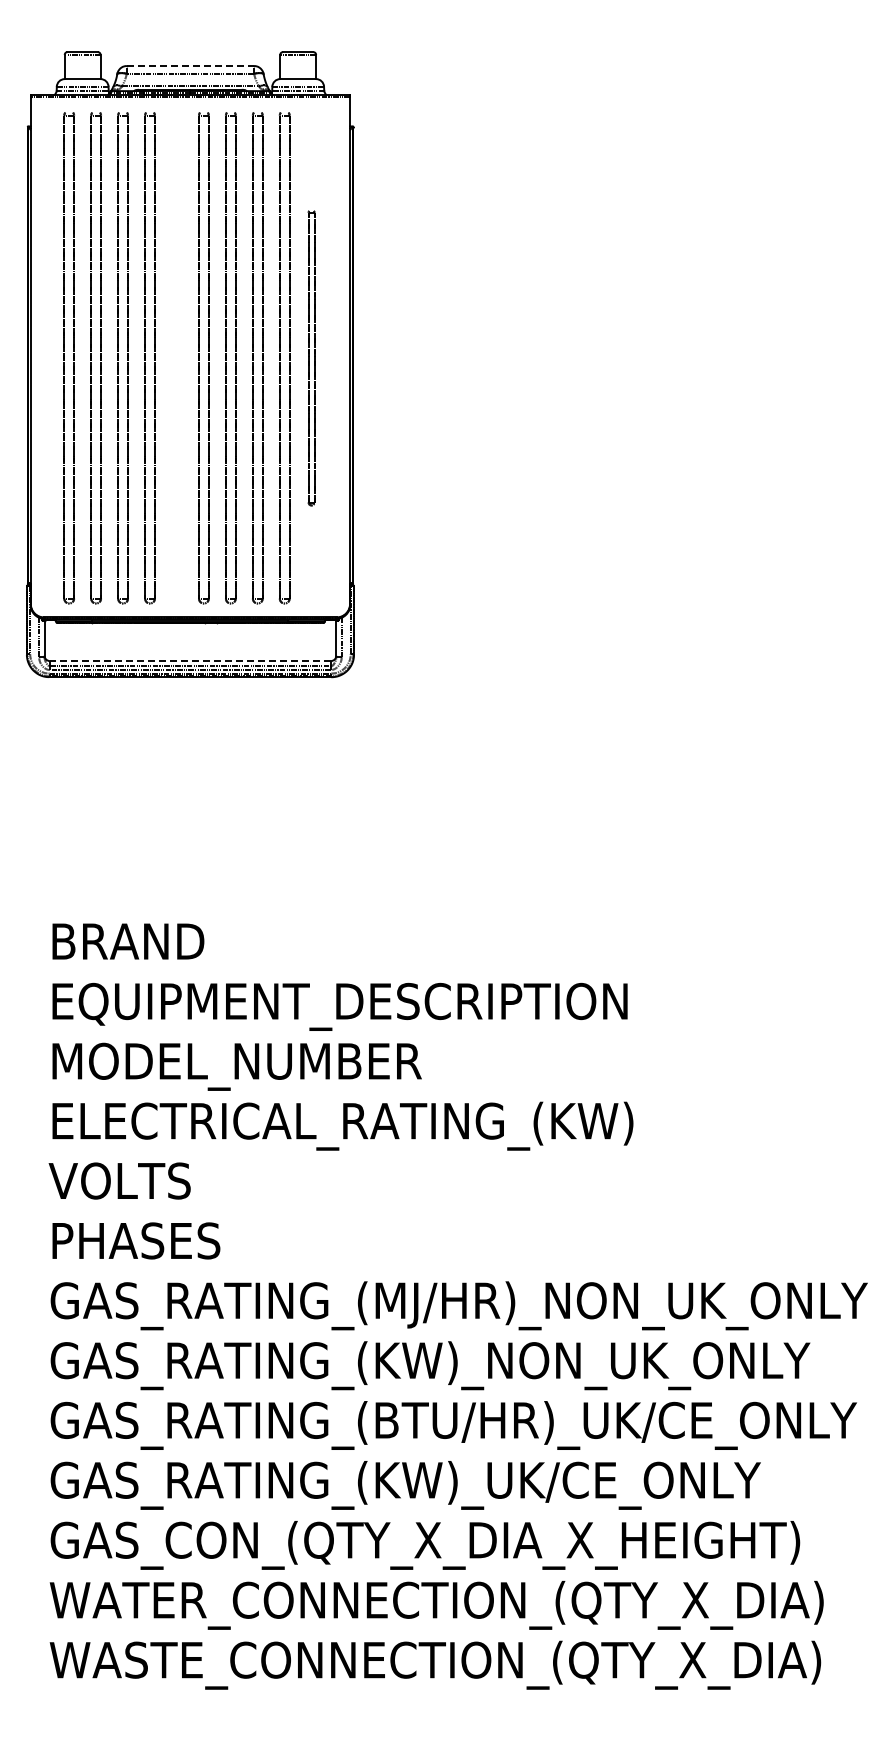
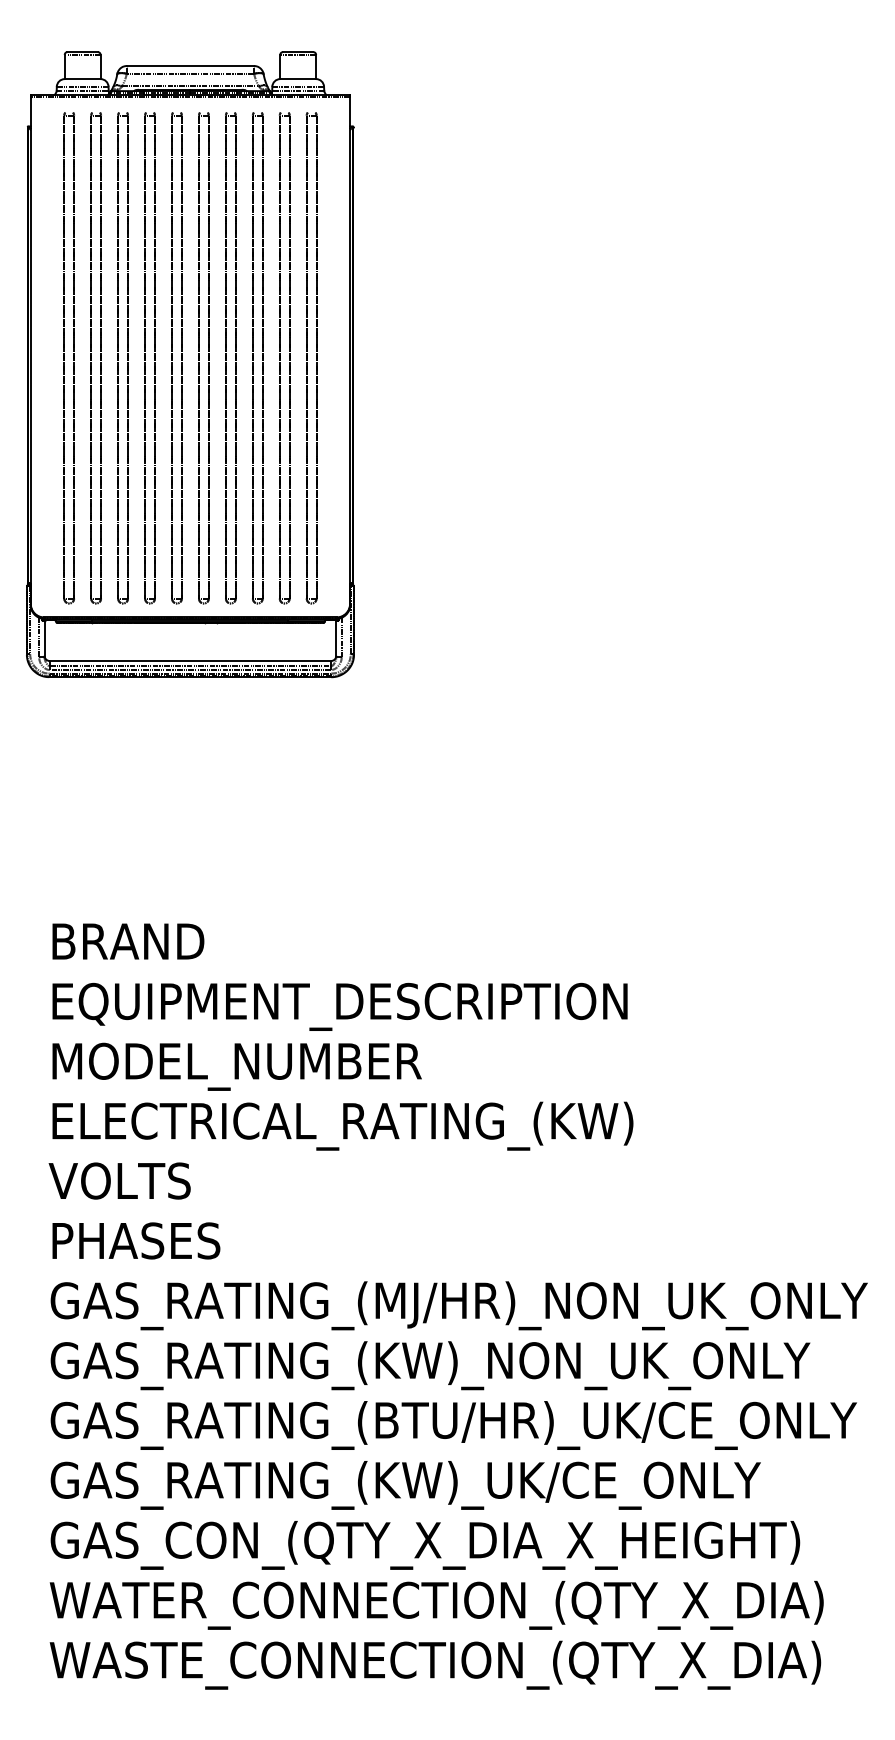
line at (190, 65): dashed -> solid
part at (176, 358): none -> present
part at (311, 358) size: 9x297 px -> 13x493 px
line at (190, 661): dashed -> solid
